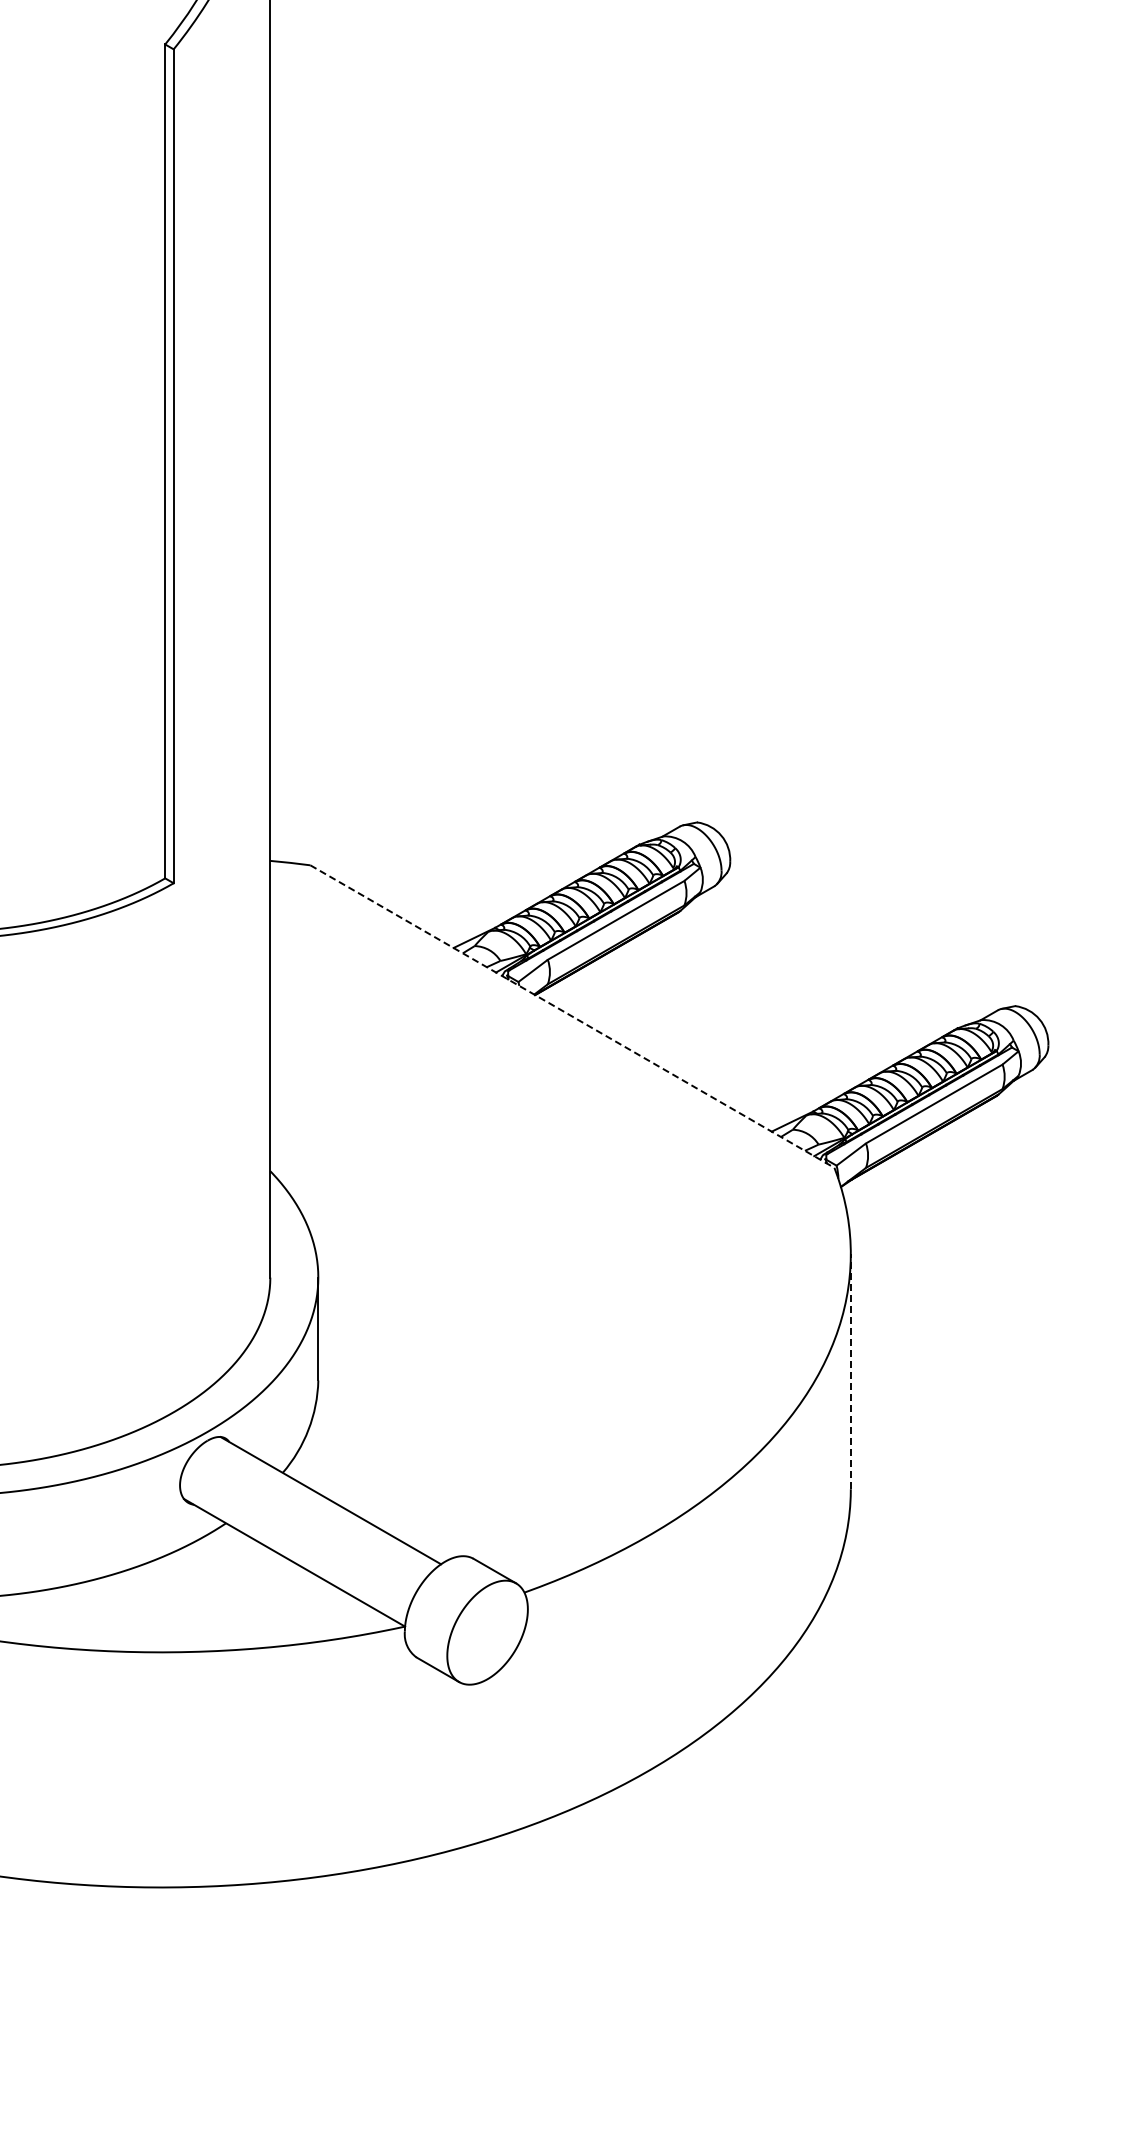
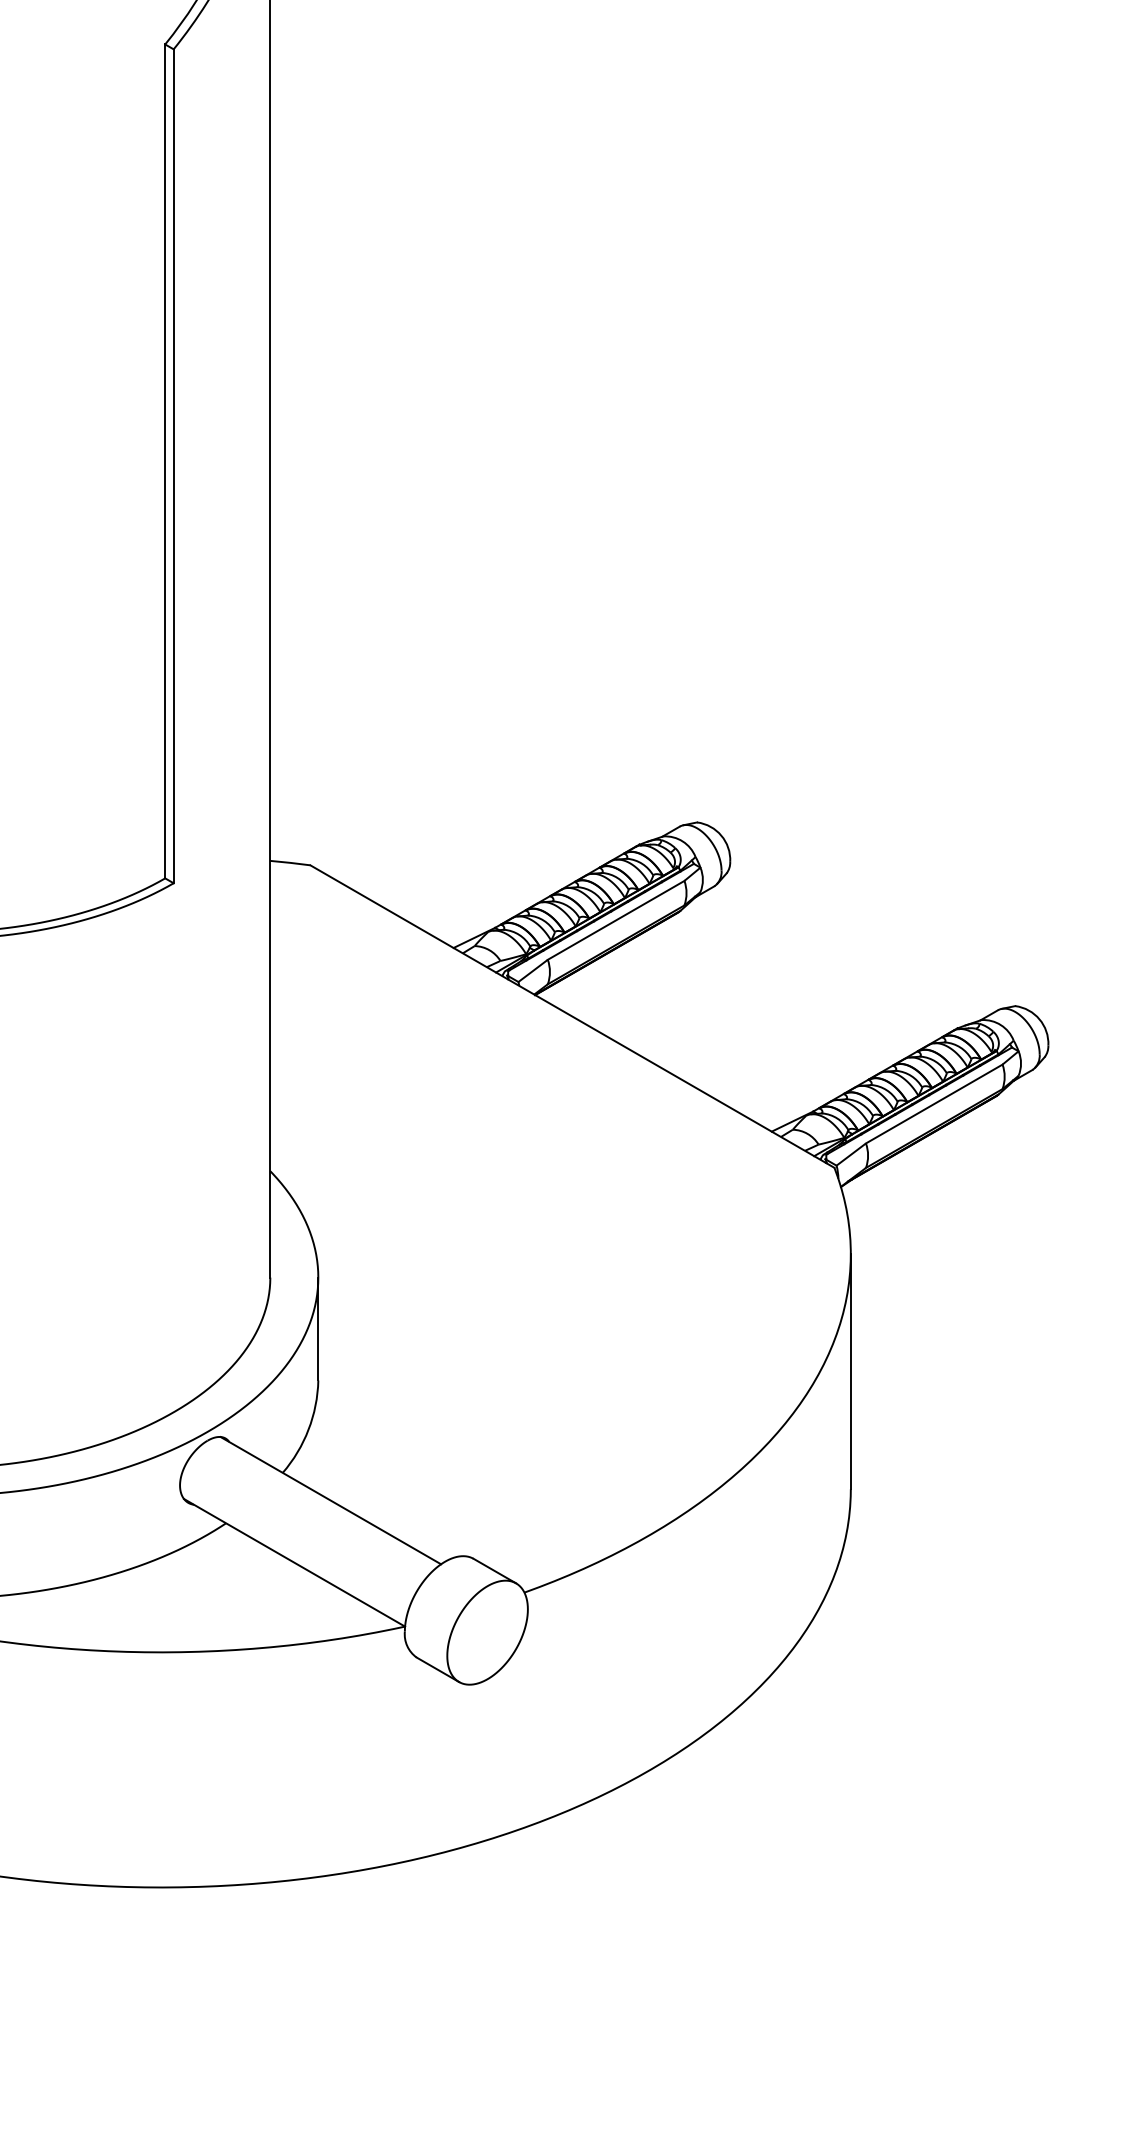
line at (572, 1016): dashed -> solid
line at (850, 1371): dashed -> solid
